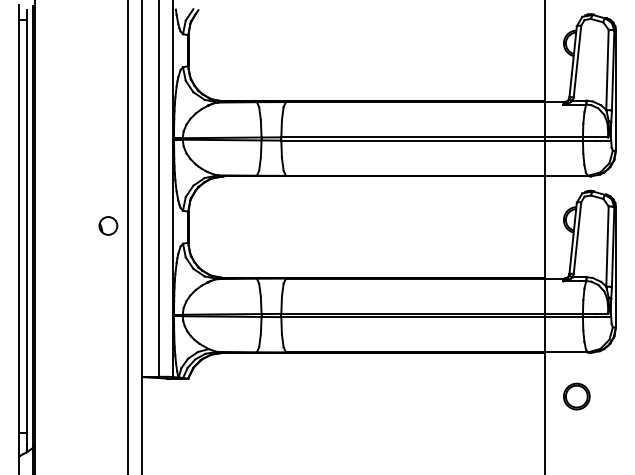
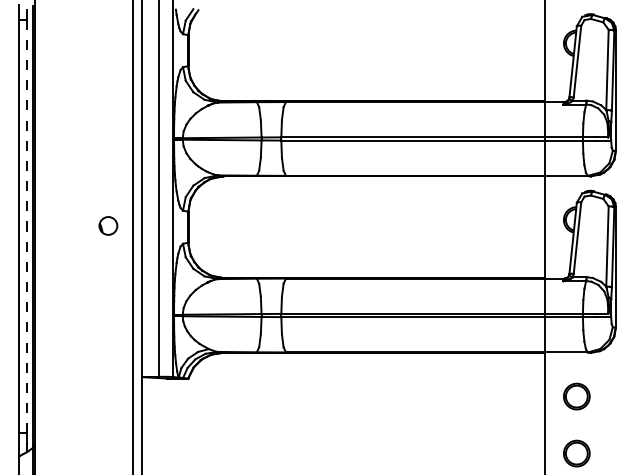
line at (26, 226): solid -> dashed
line at (128, 236) position: (128, 236) -> (133, 236)
part at (576, 453): none -> present
